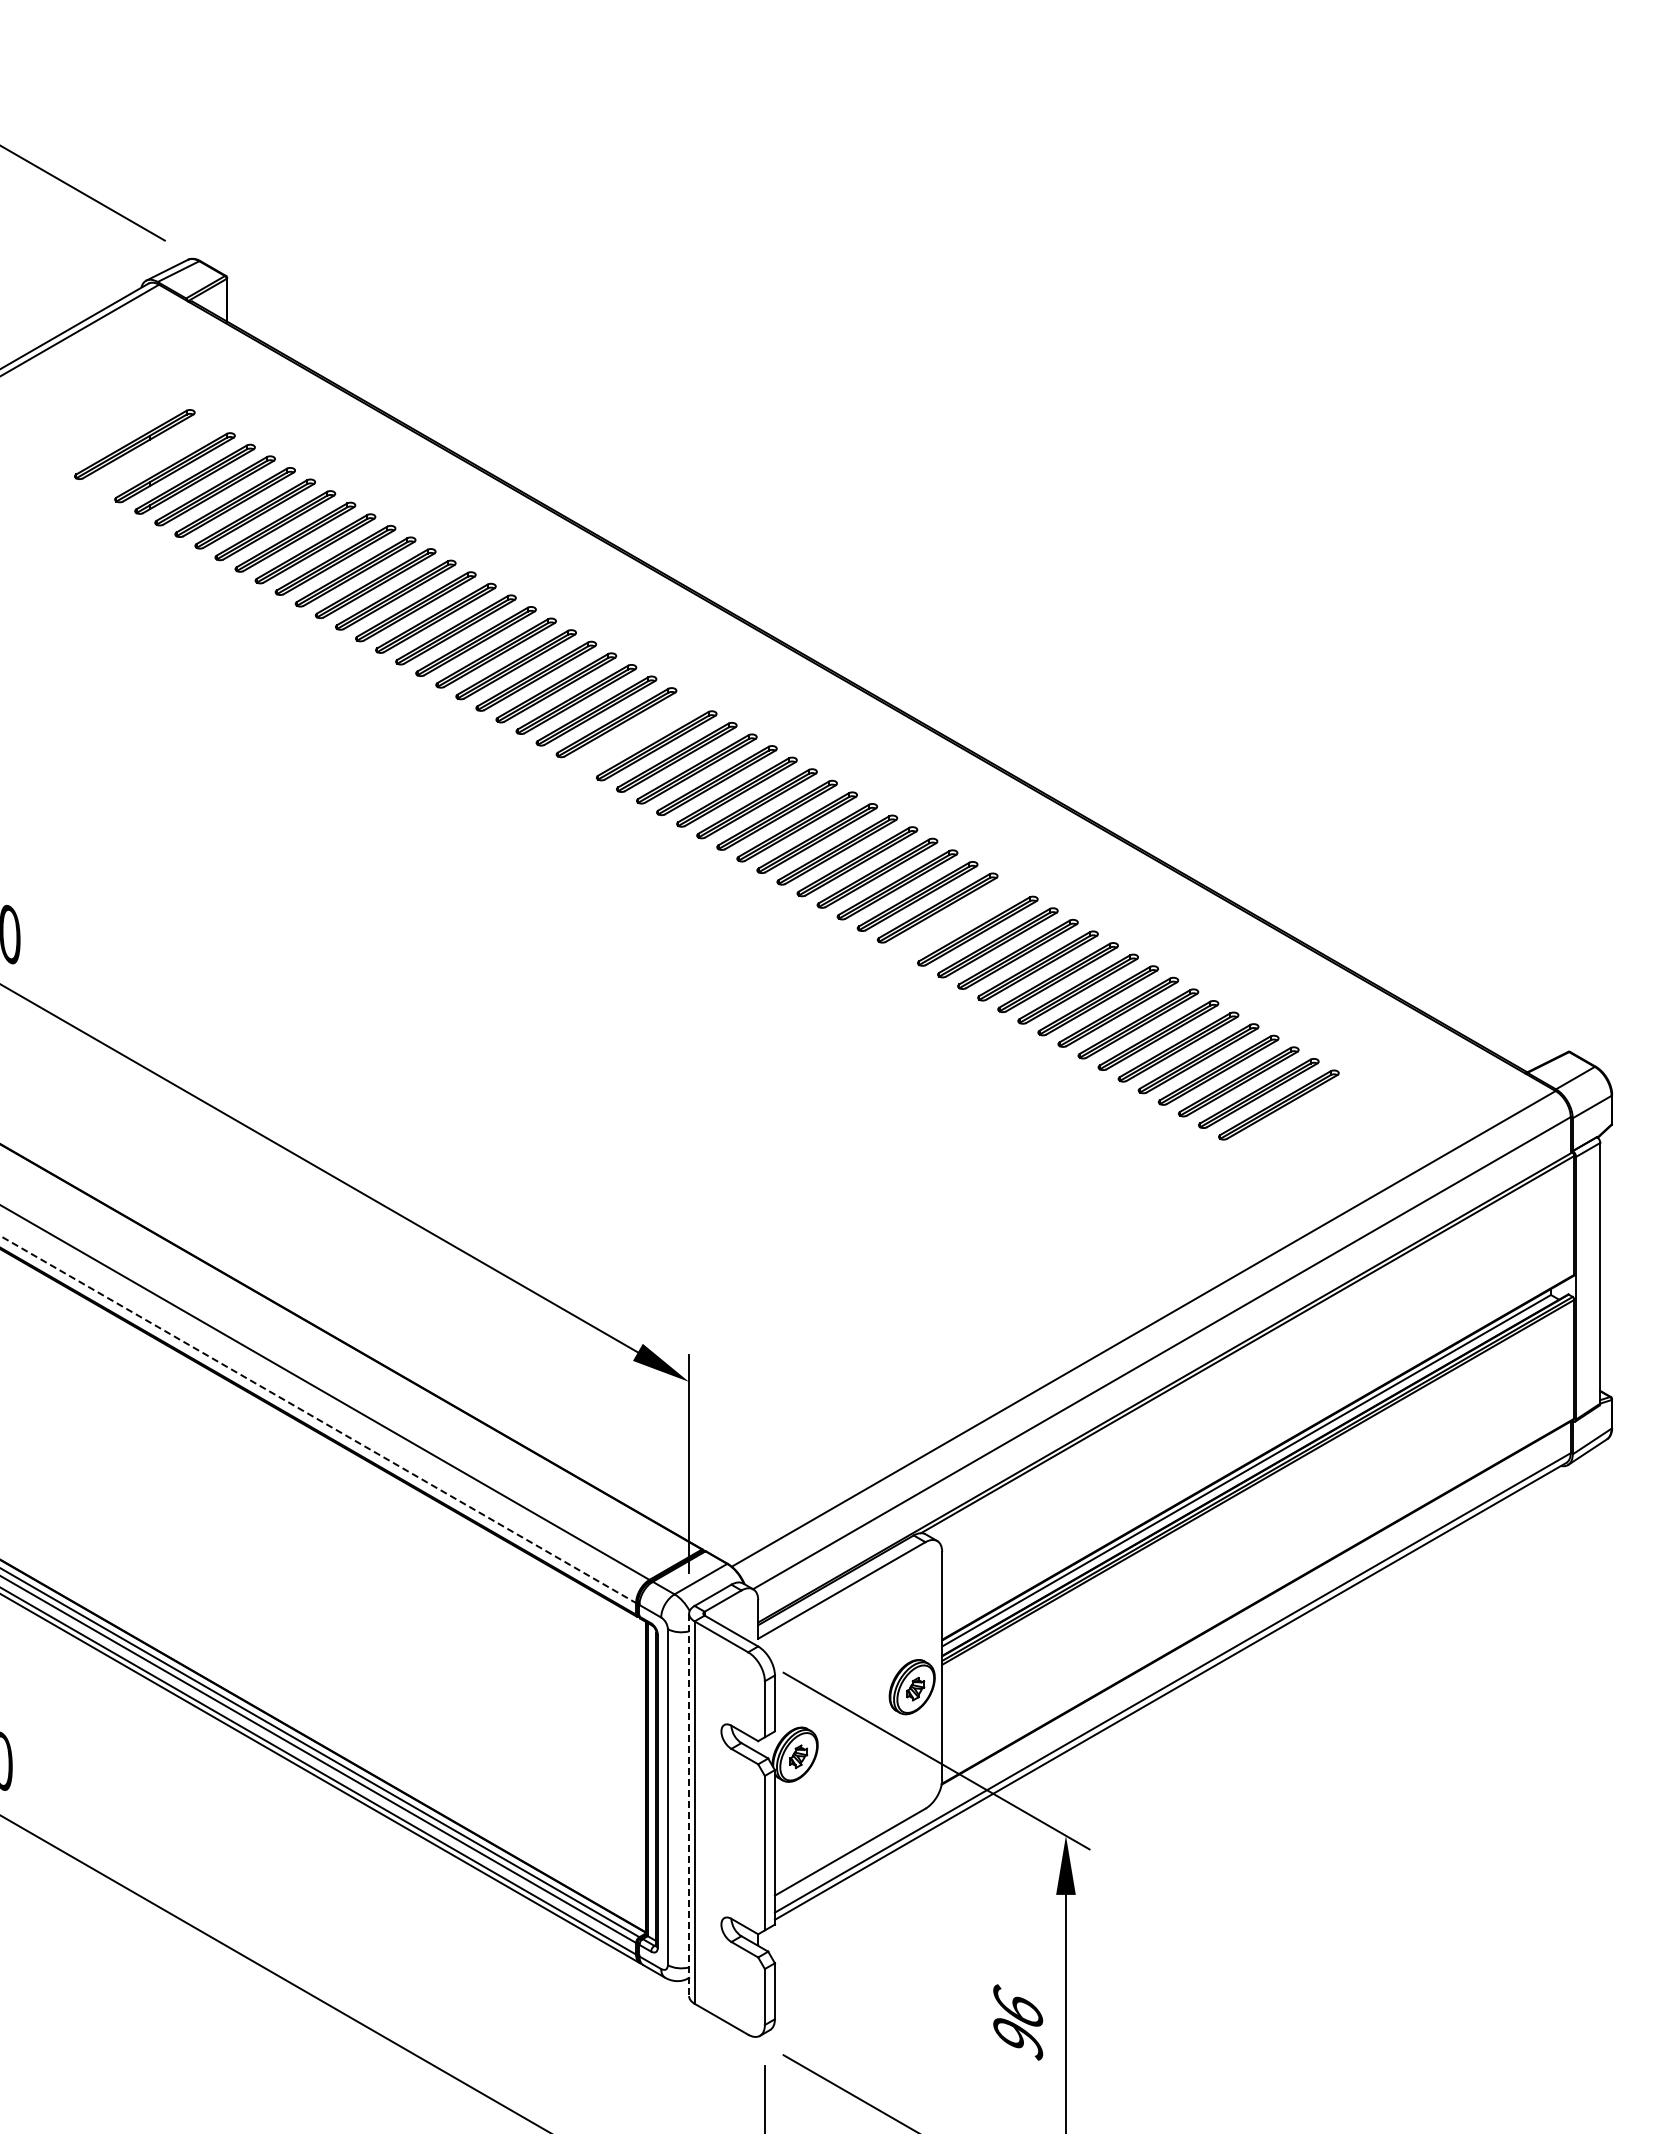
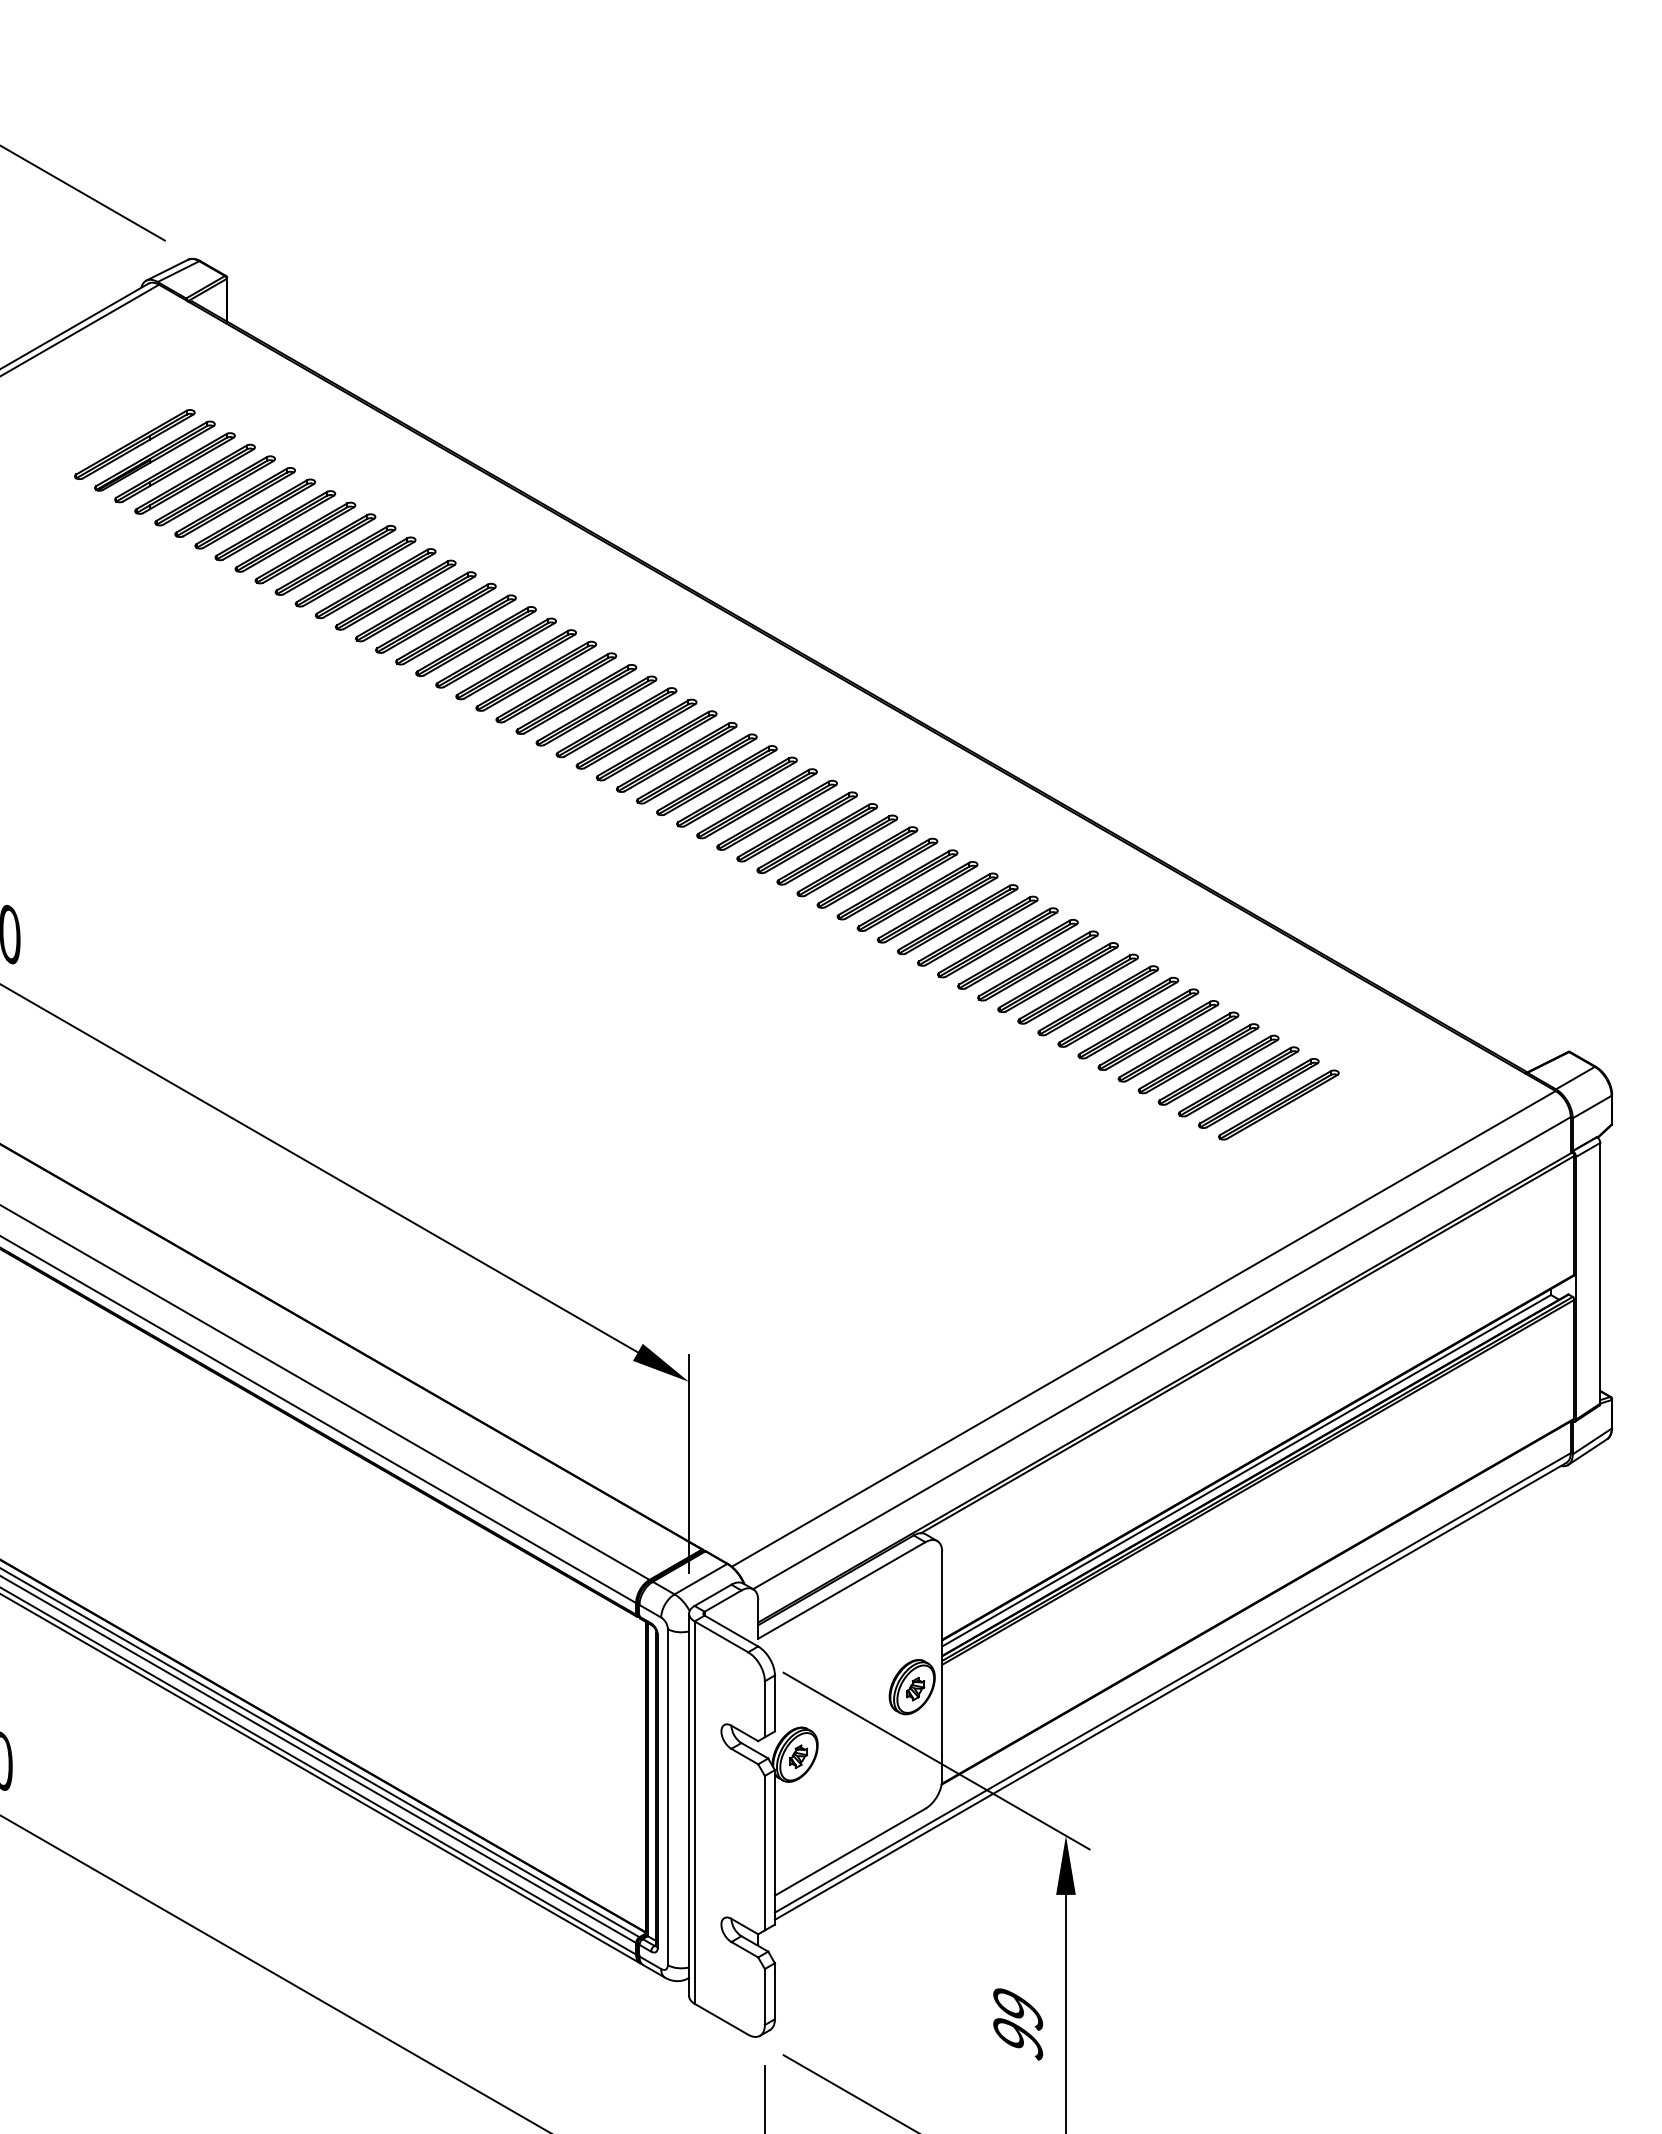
part at (154, 455): none -> present
part at (636, 733): none -> present
part at (957, 919): none -> present
line at (318, 1419): dashed -> solid
line at (689, 1805): dashed -> solid
text at (1018, 2007): 96 -> 99
